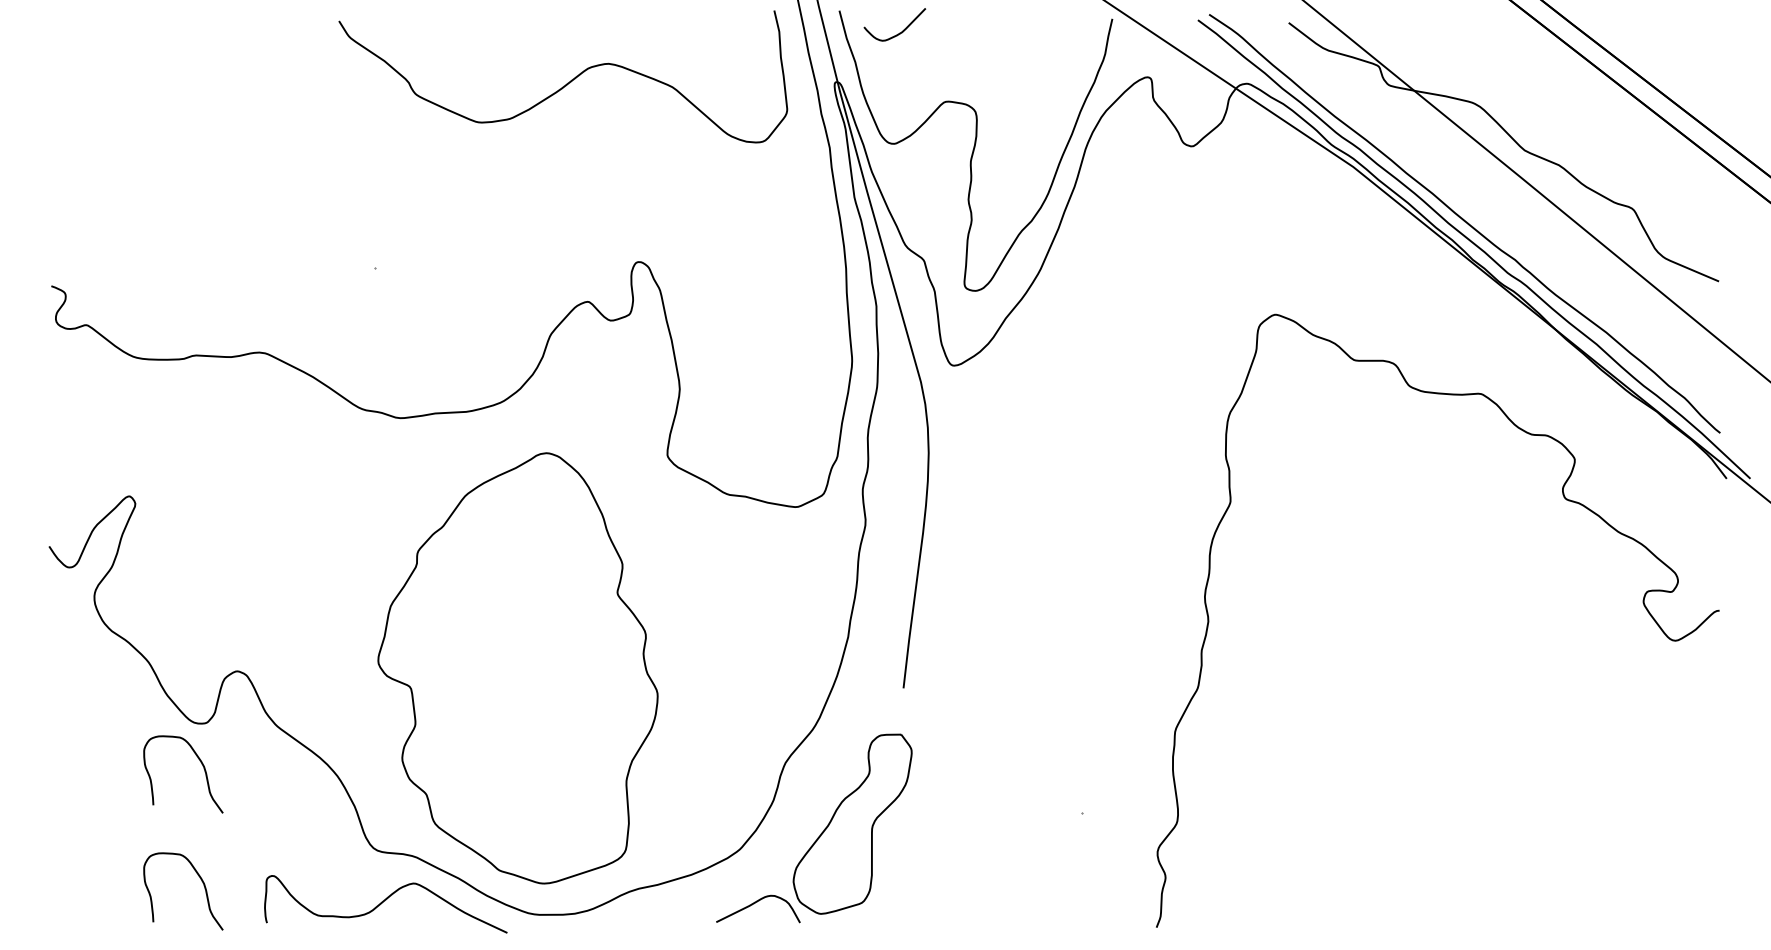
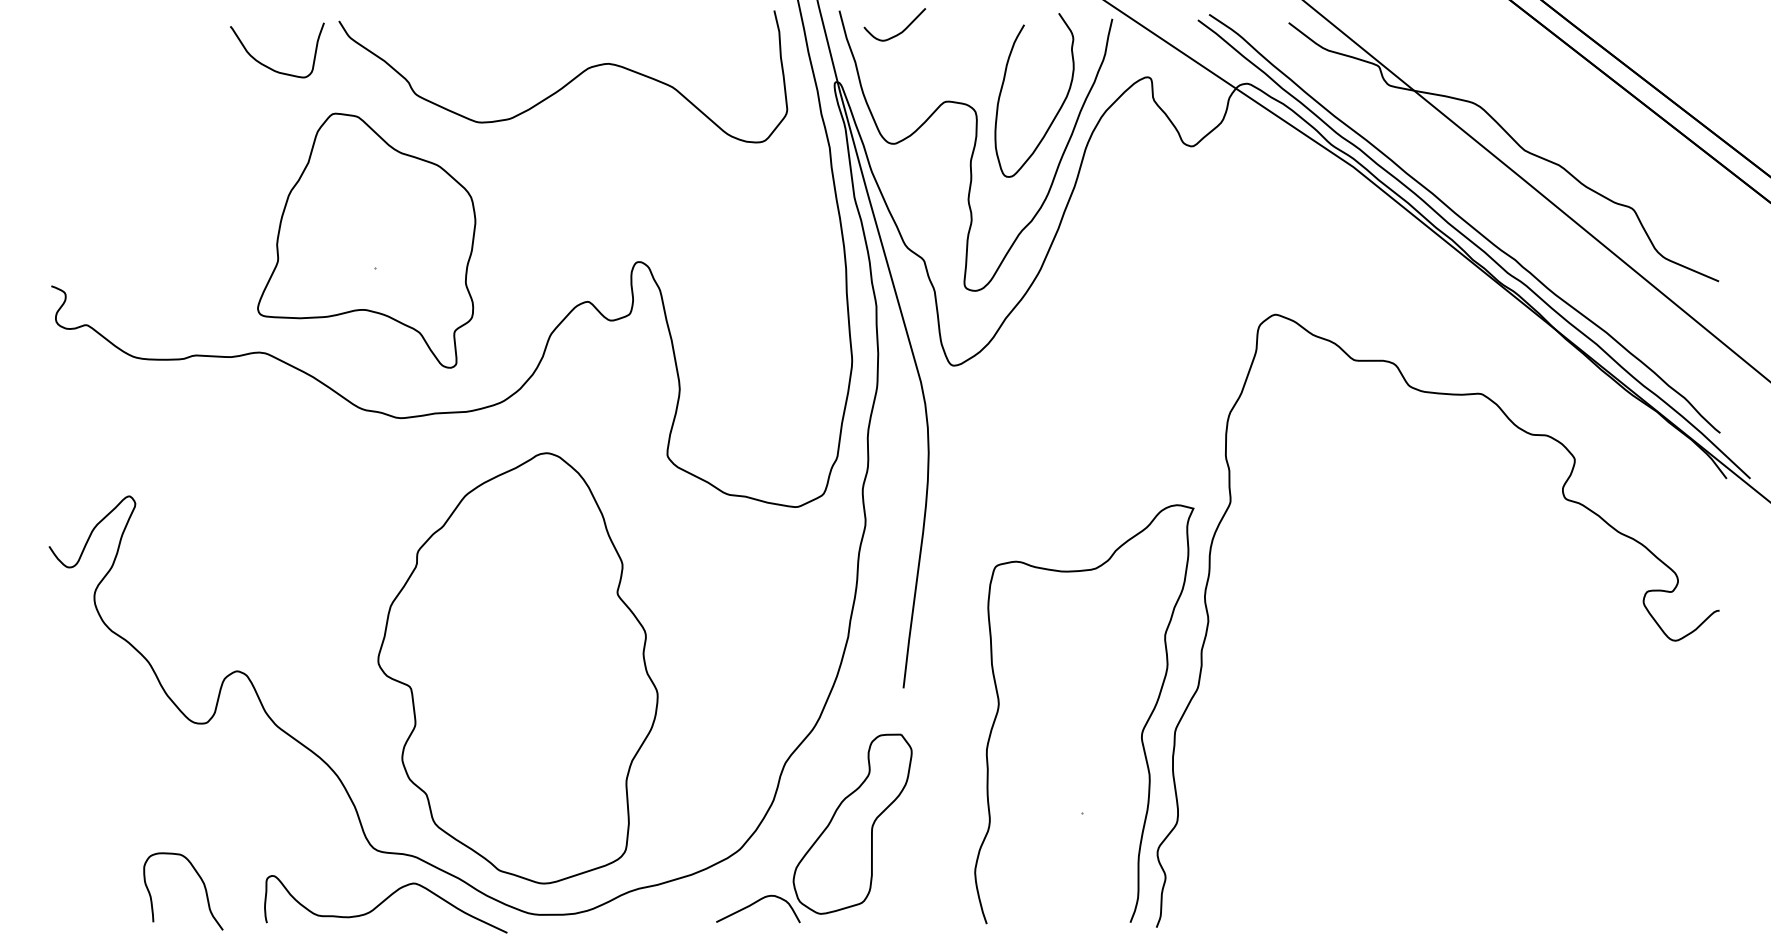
curve at (268, 66): none -> present
curve at (1058, 109): none -> present
part at (366, 240): none -> present
curve at (1141, 731): none -> present
curve at (201, 764): present -> none
